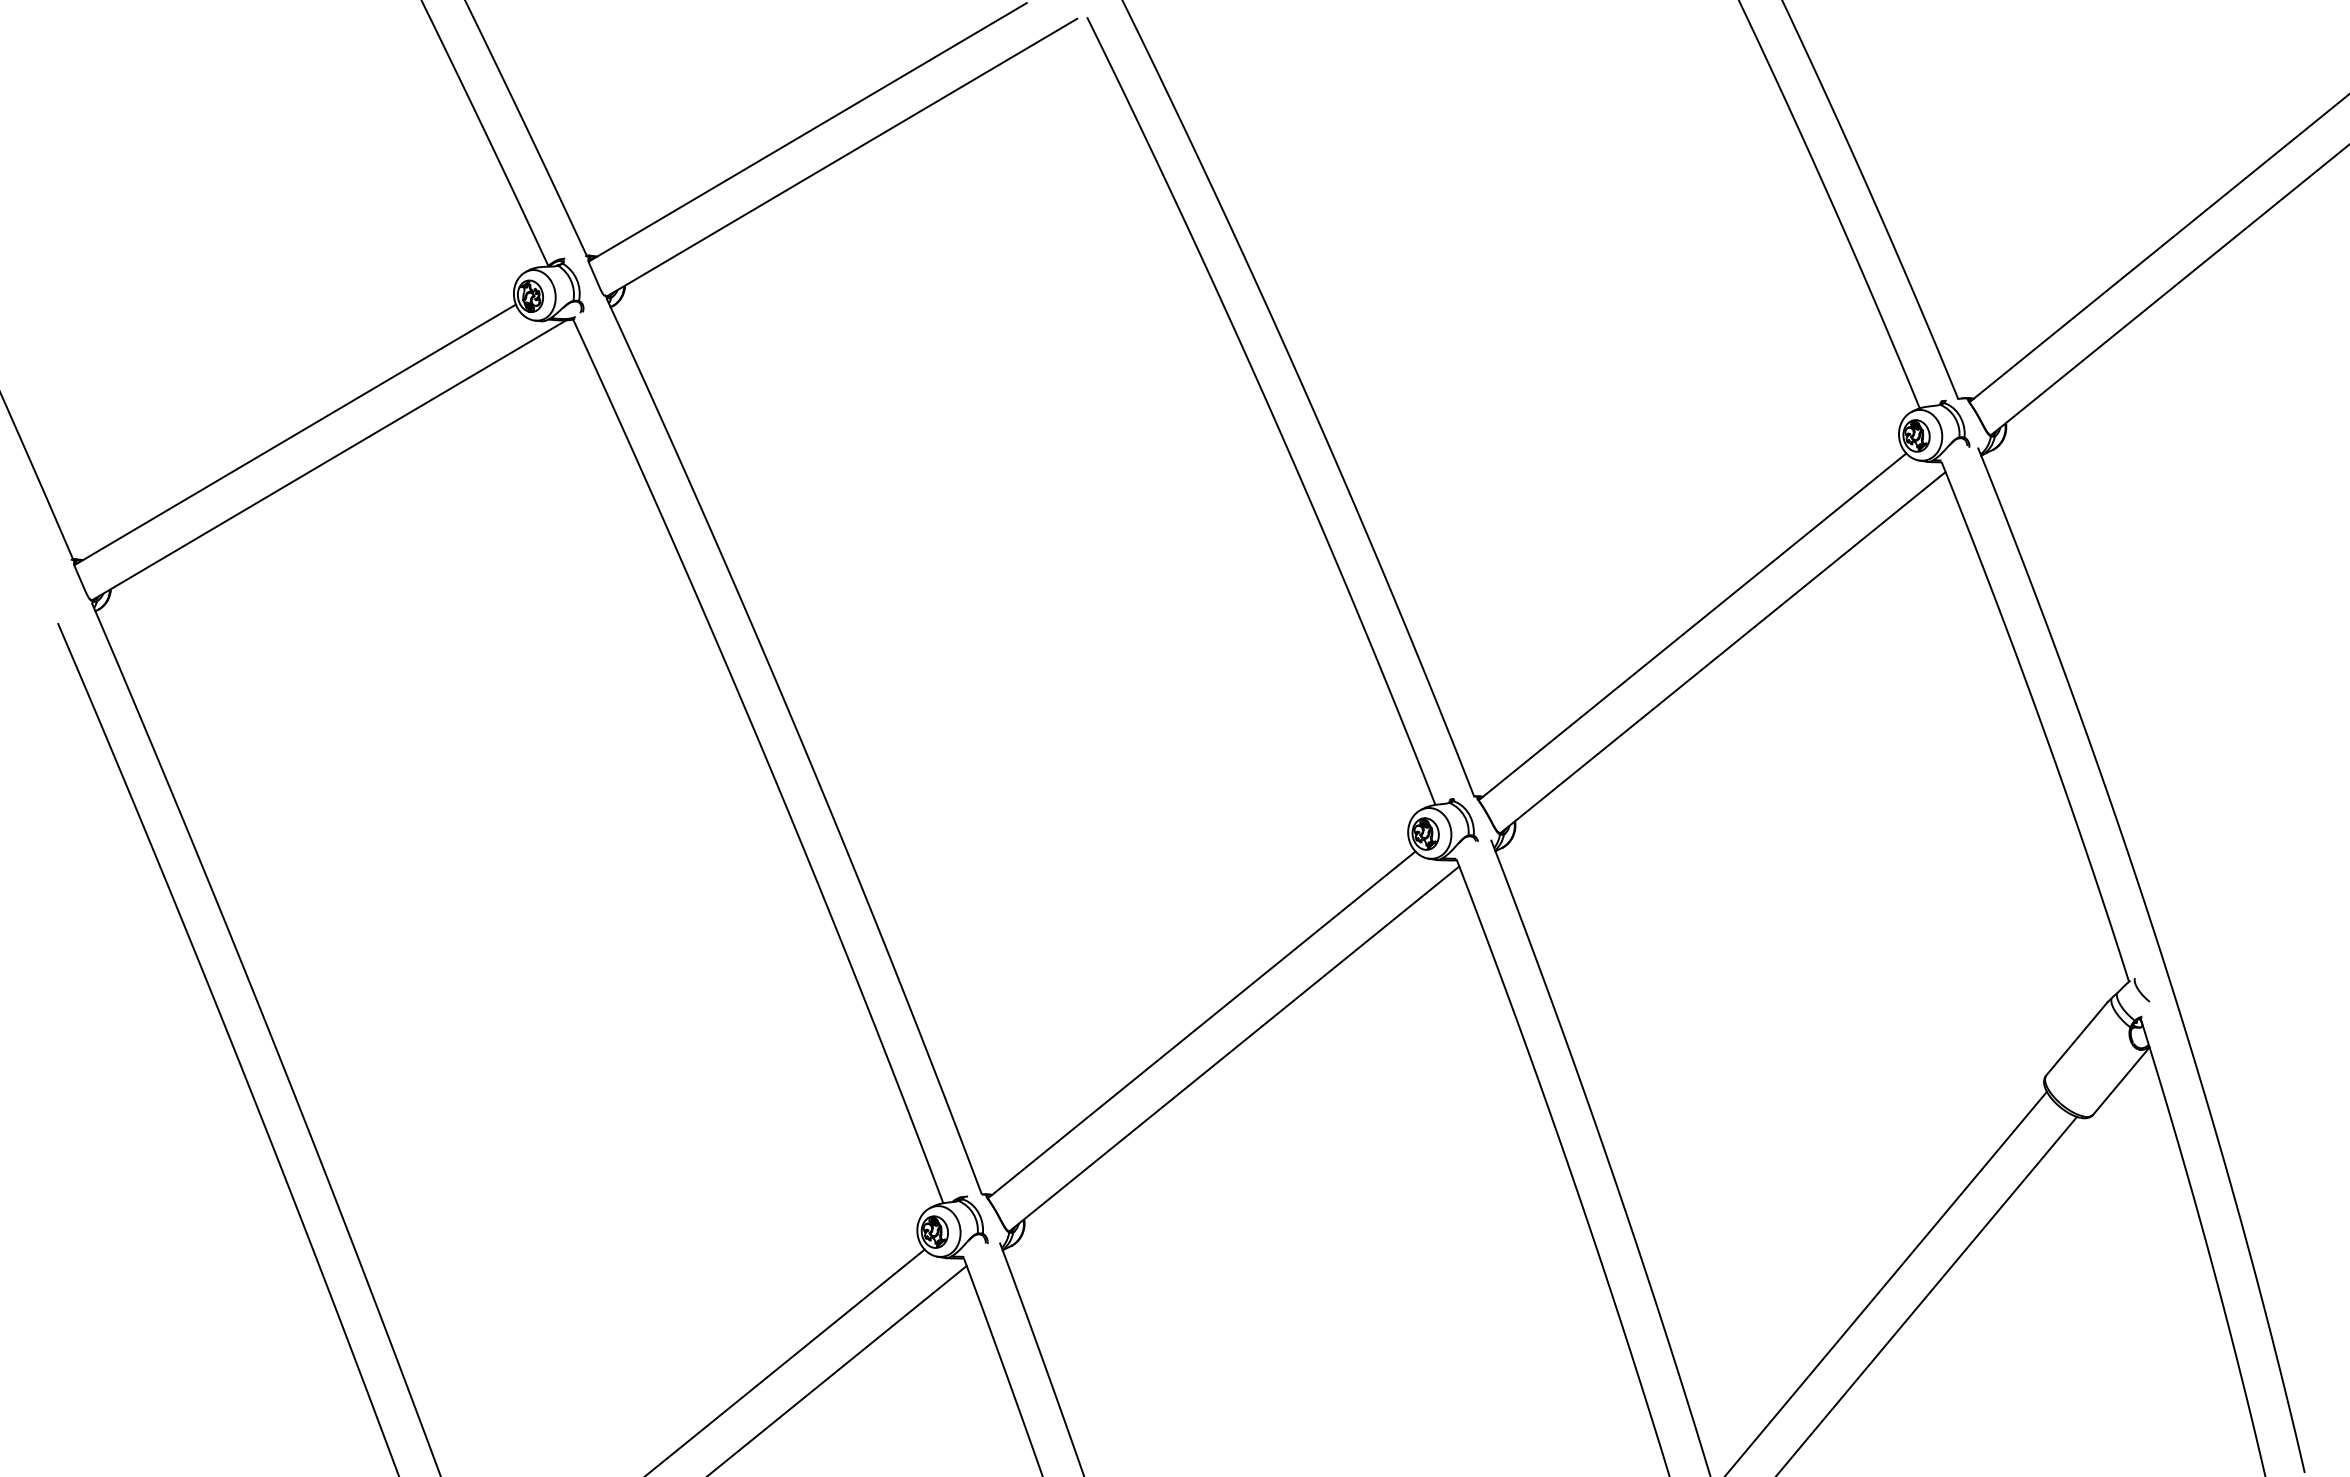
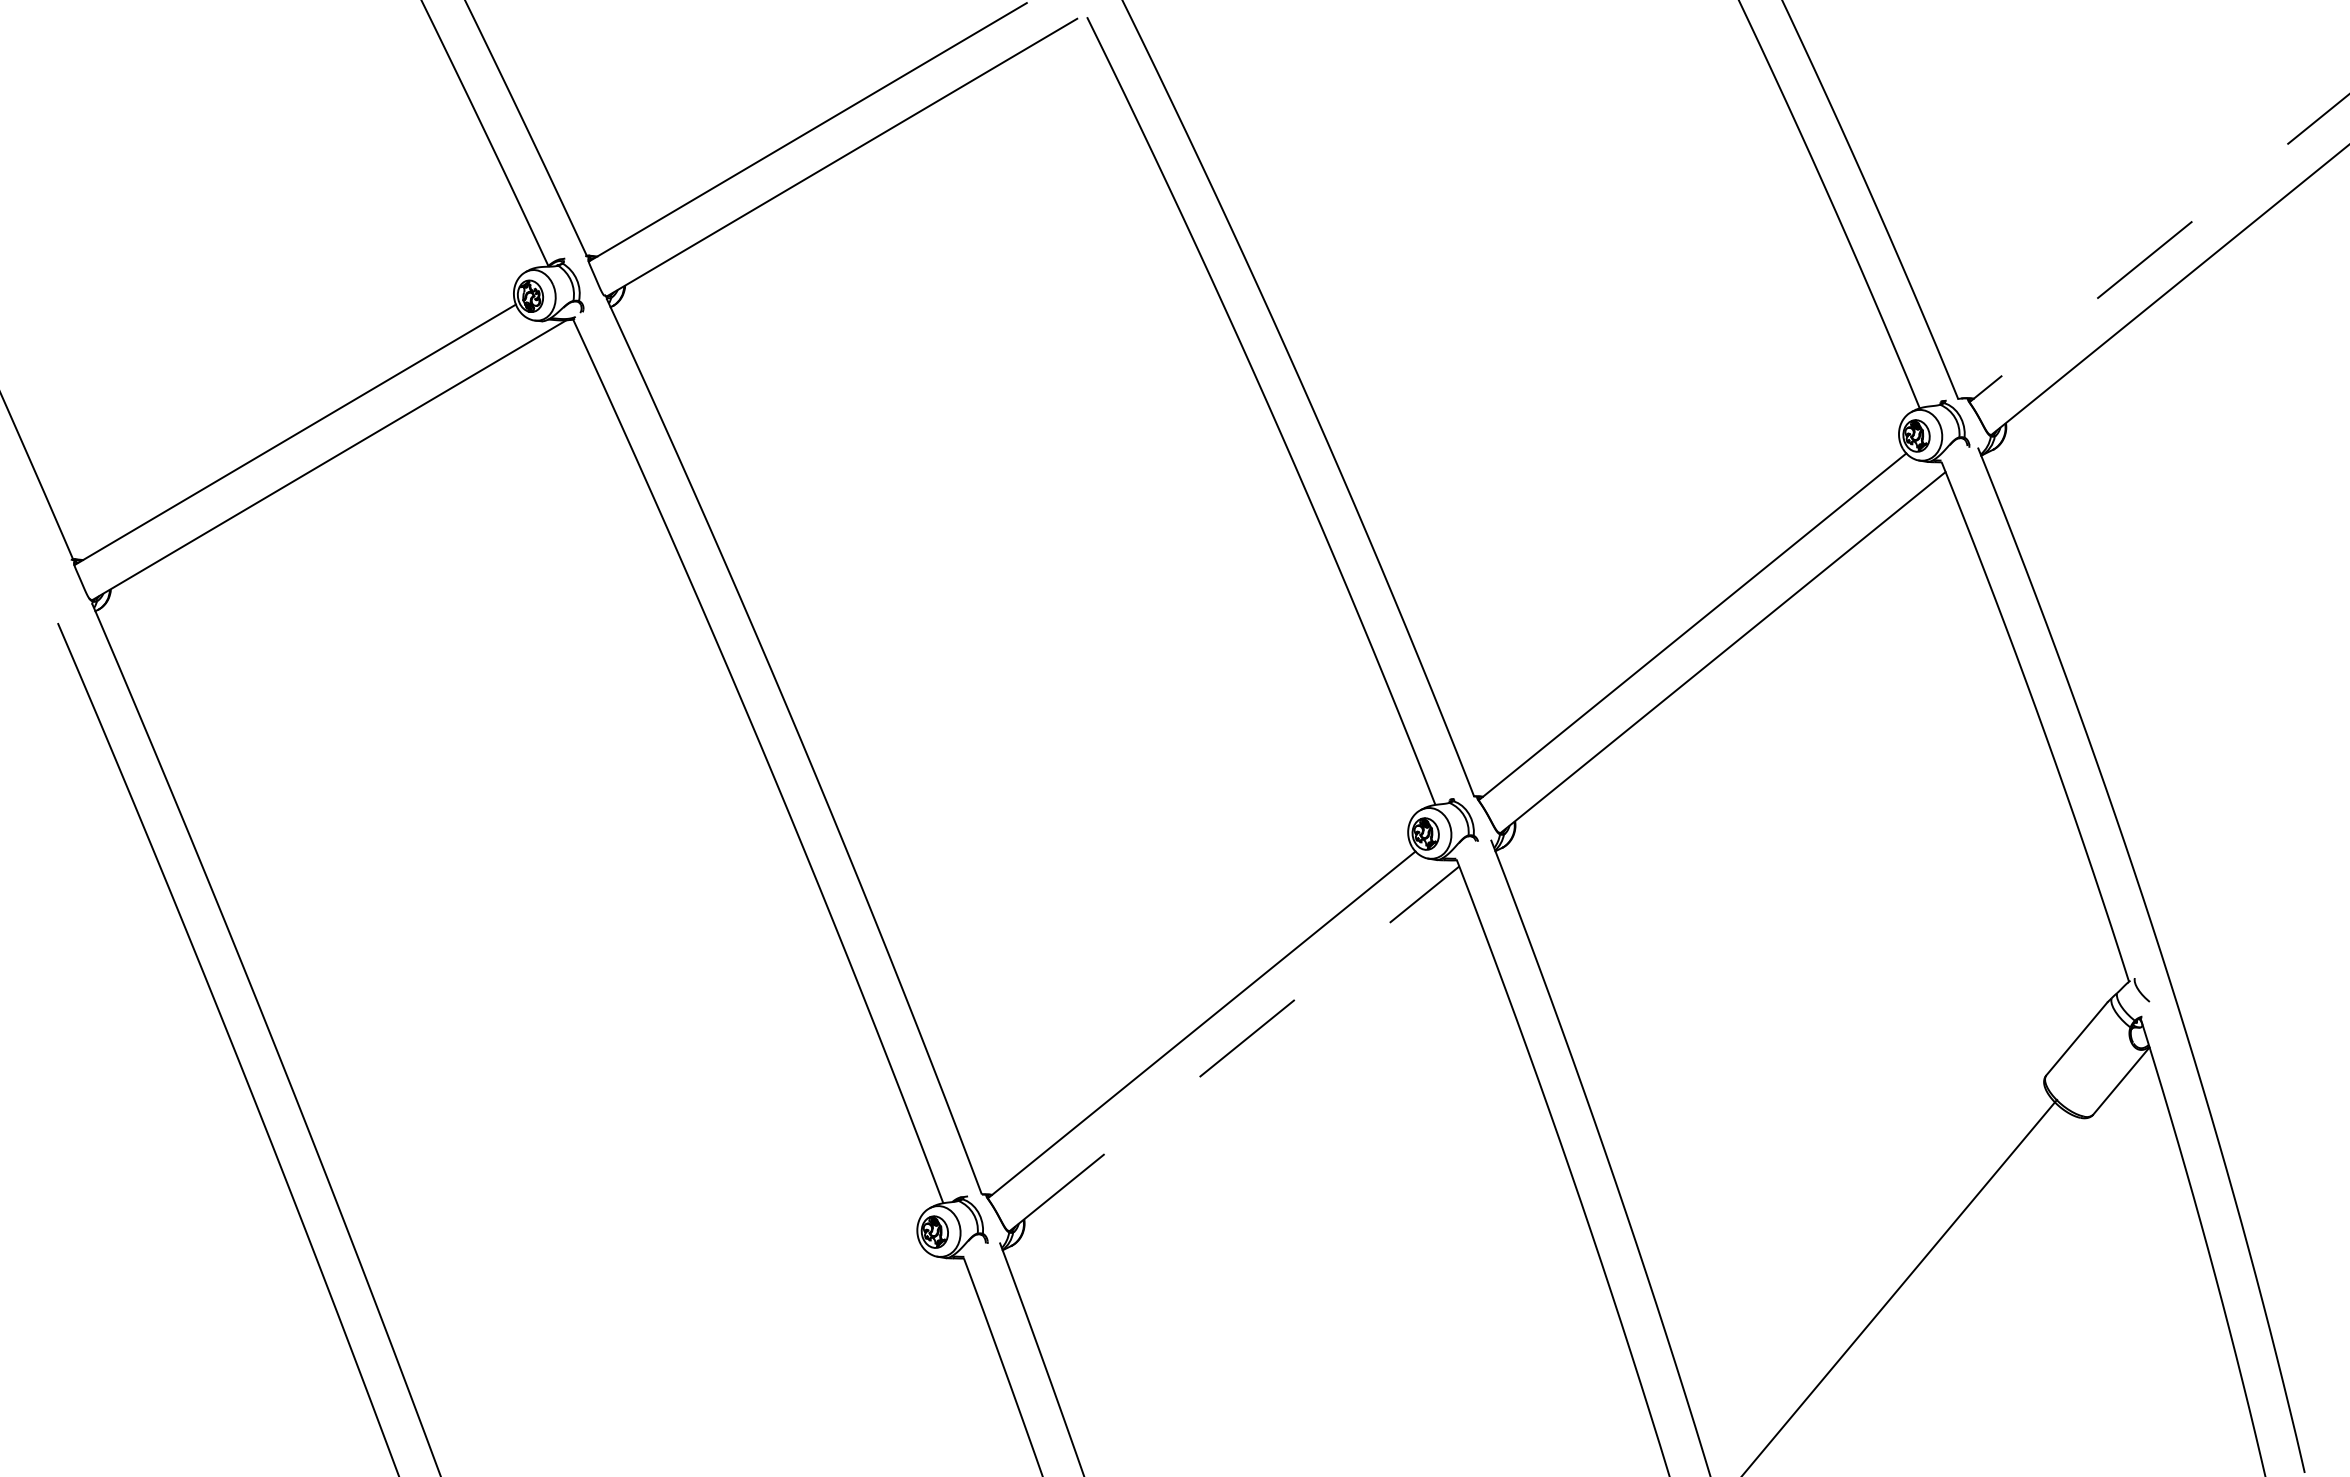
line at (2159, 247): solid -> dashed
line at (1234, 1048): solid -> dashed
line at (1886, 1282): present -> none
line at (1927, 1294) position: (1927, 1294) -> (1900, 1286)
line at (786, 1361): present -> none
line at (838, 1369): present -> none
